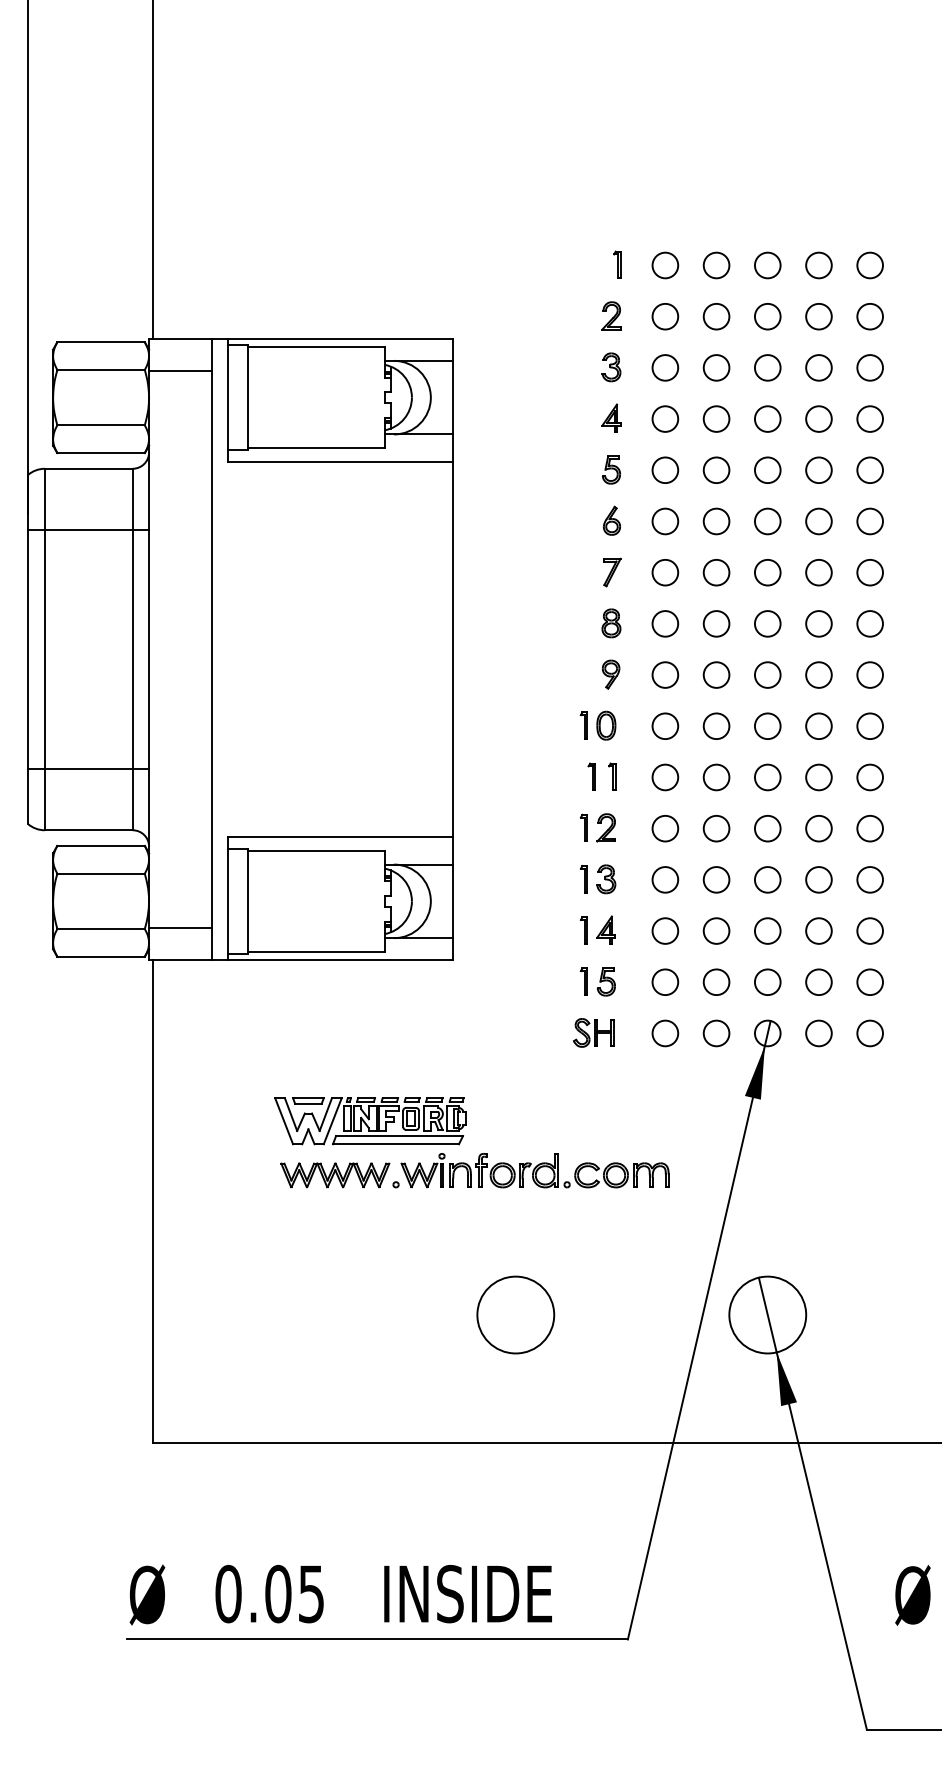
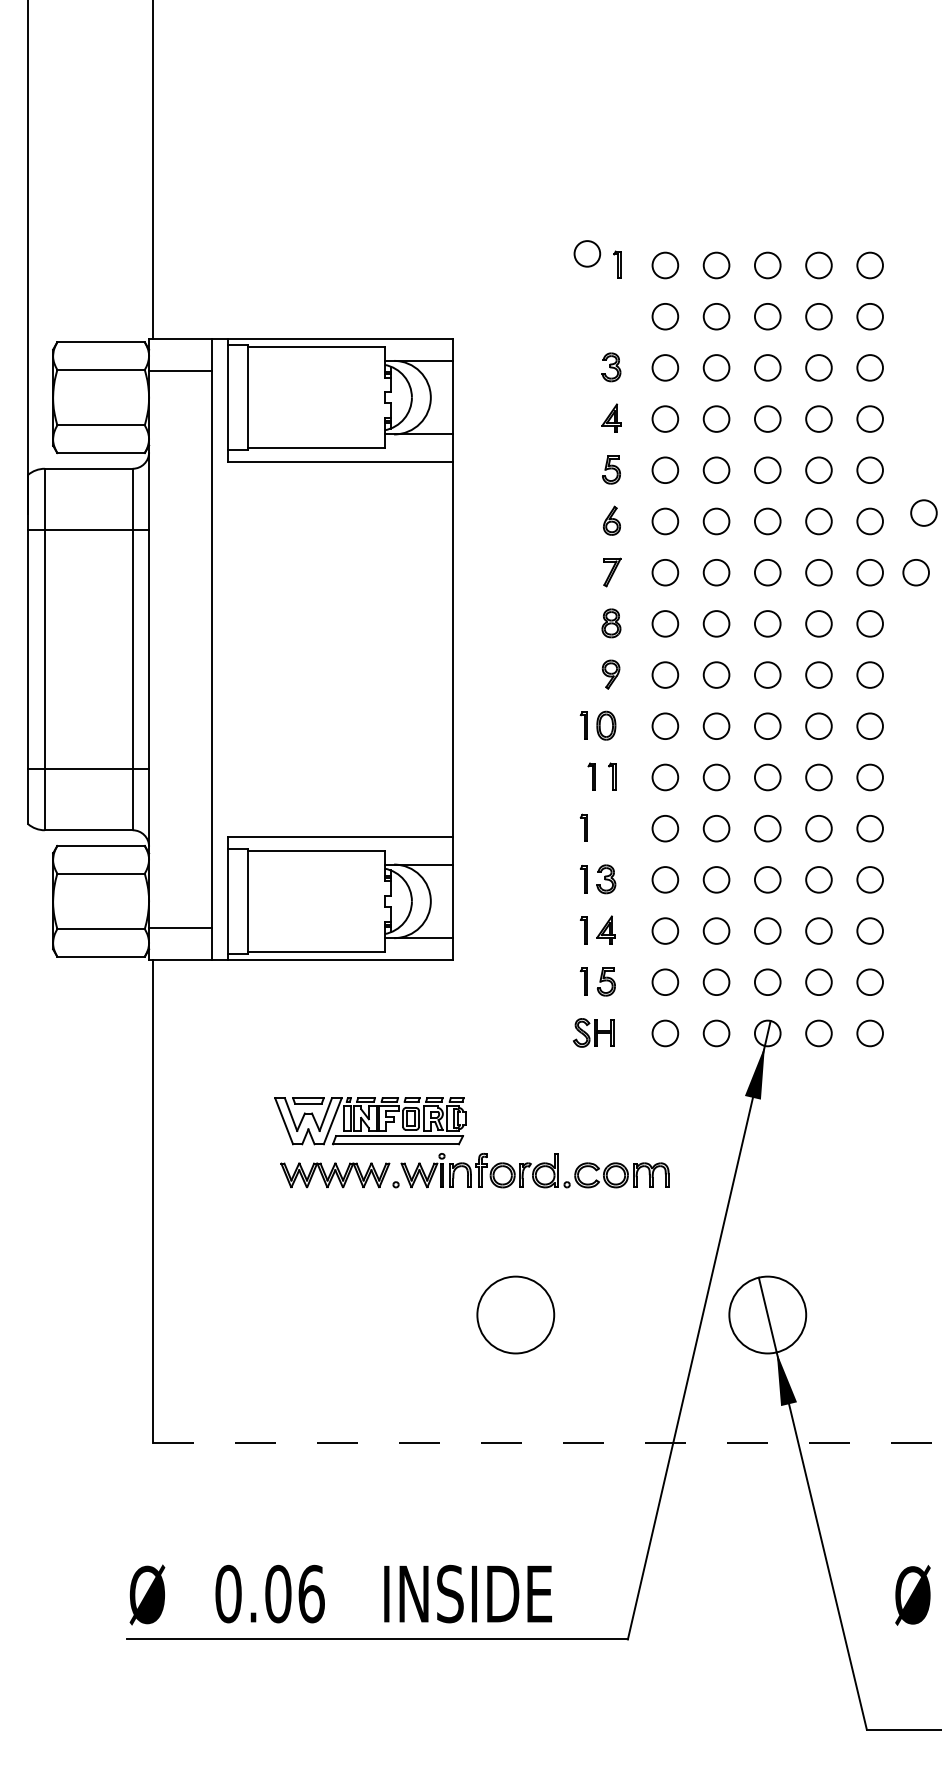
circle at (587, 253): none -> present
part at (611, 315): present -> none
circle at (923, 512): none -> present
circle at (915, 572): none -> present
part at (605, 827): present -> none
line at (547, 1443): solid -> dashed
text at (311, 1593): 0.05 -> 0.06
